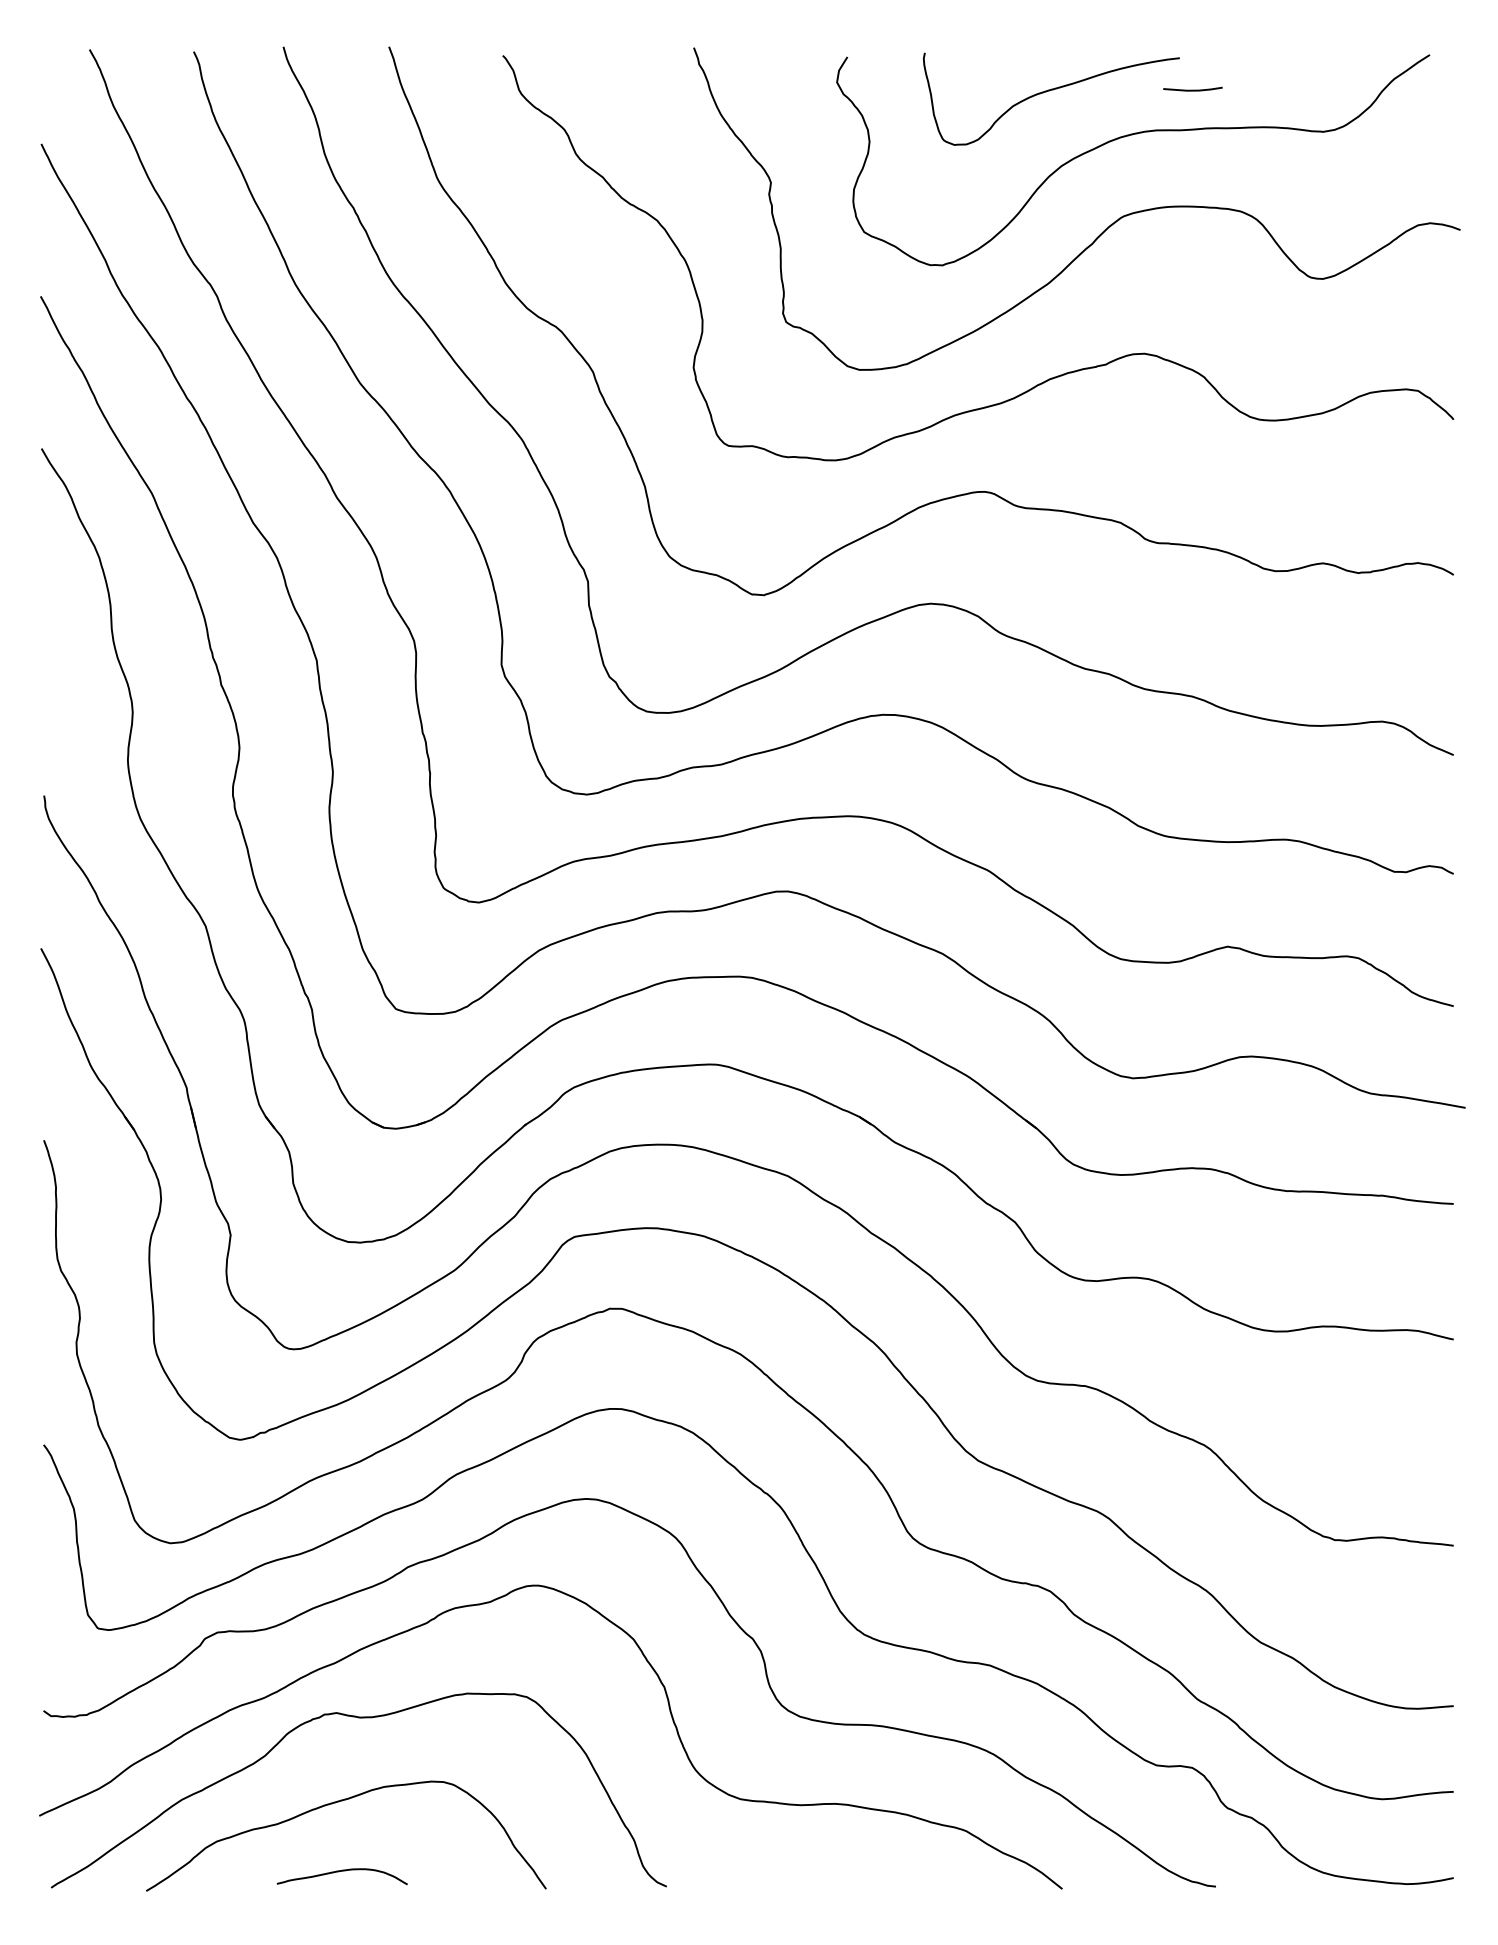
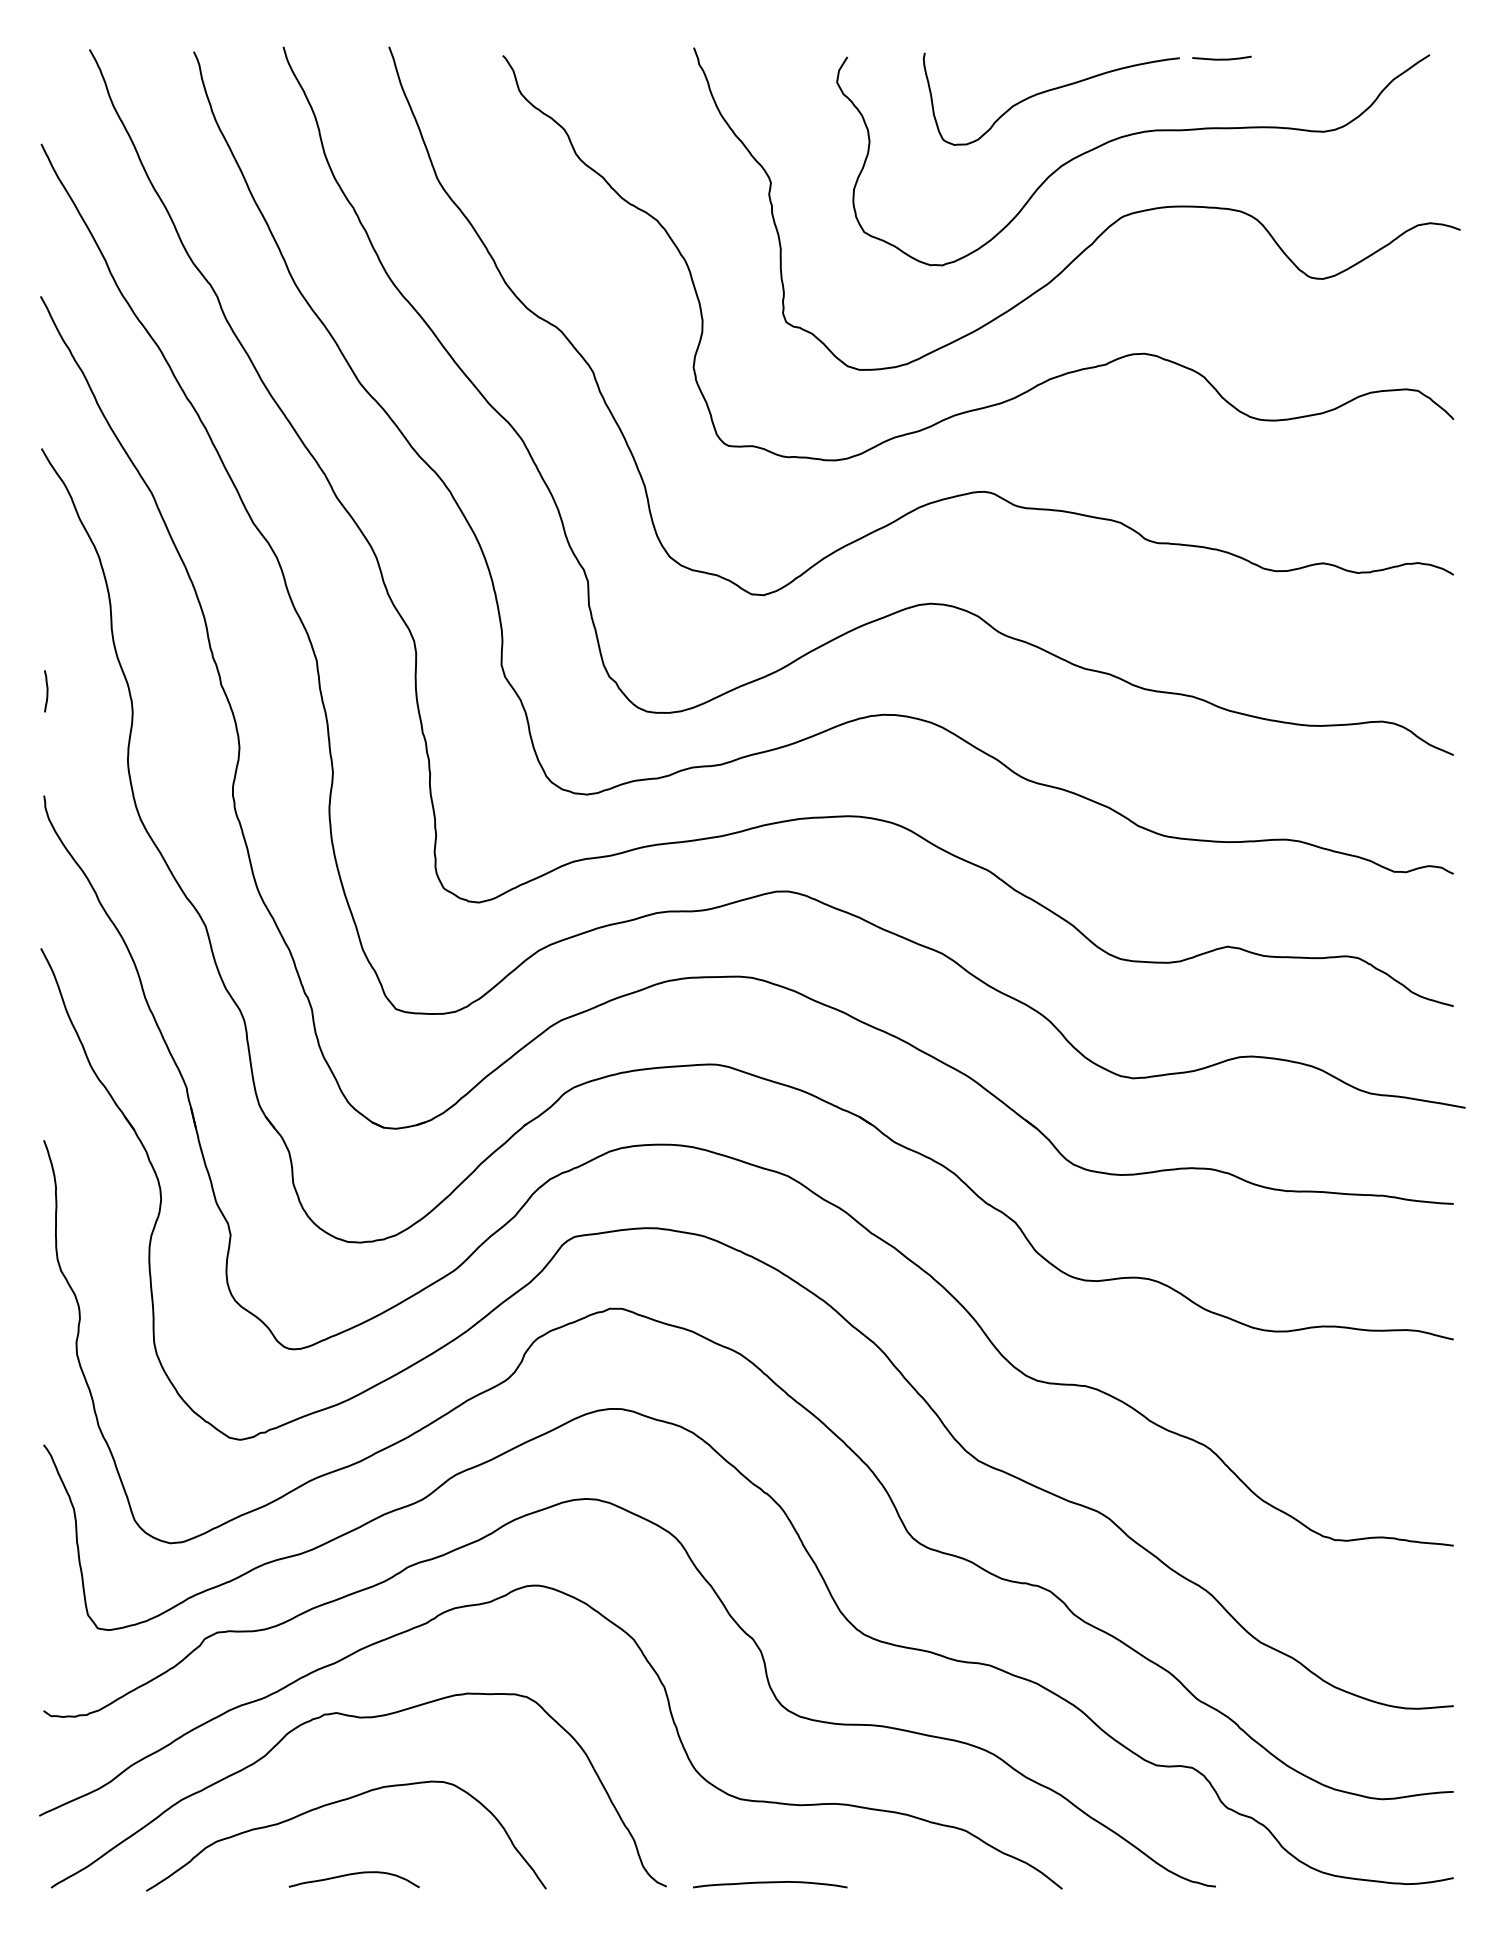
line at (1192, 89) position: (1192, 89) -> (1221, 58)
curve at (46, 691): none -> present
curve at (339, 1872) position: (339, 1872) -> (351, 1875)
curve at (770, 1883): none -> present
